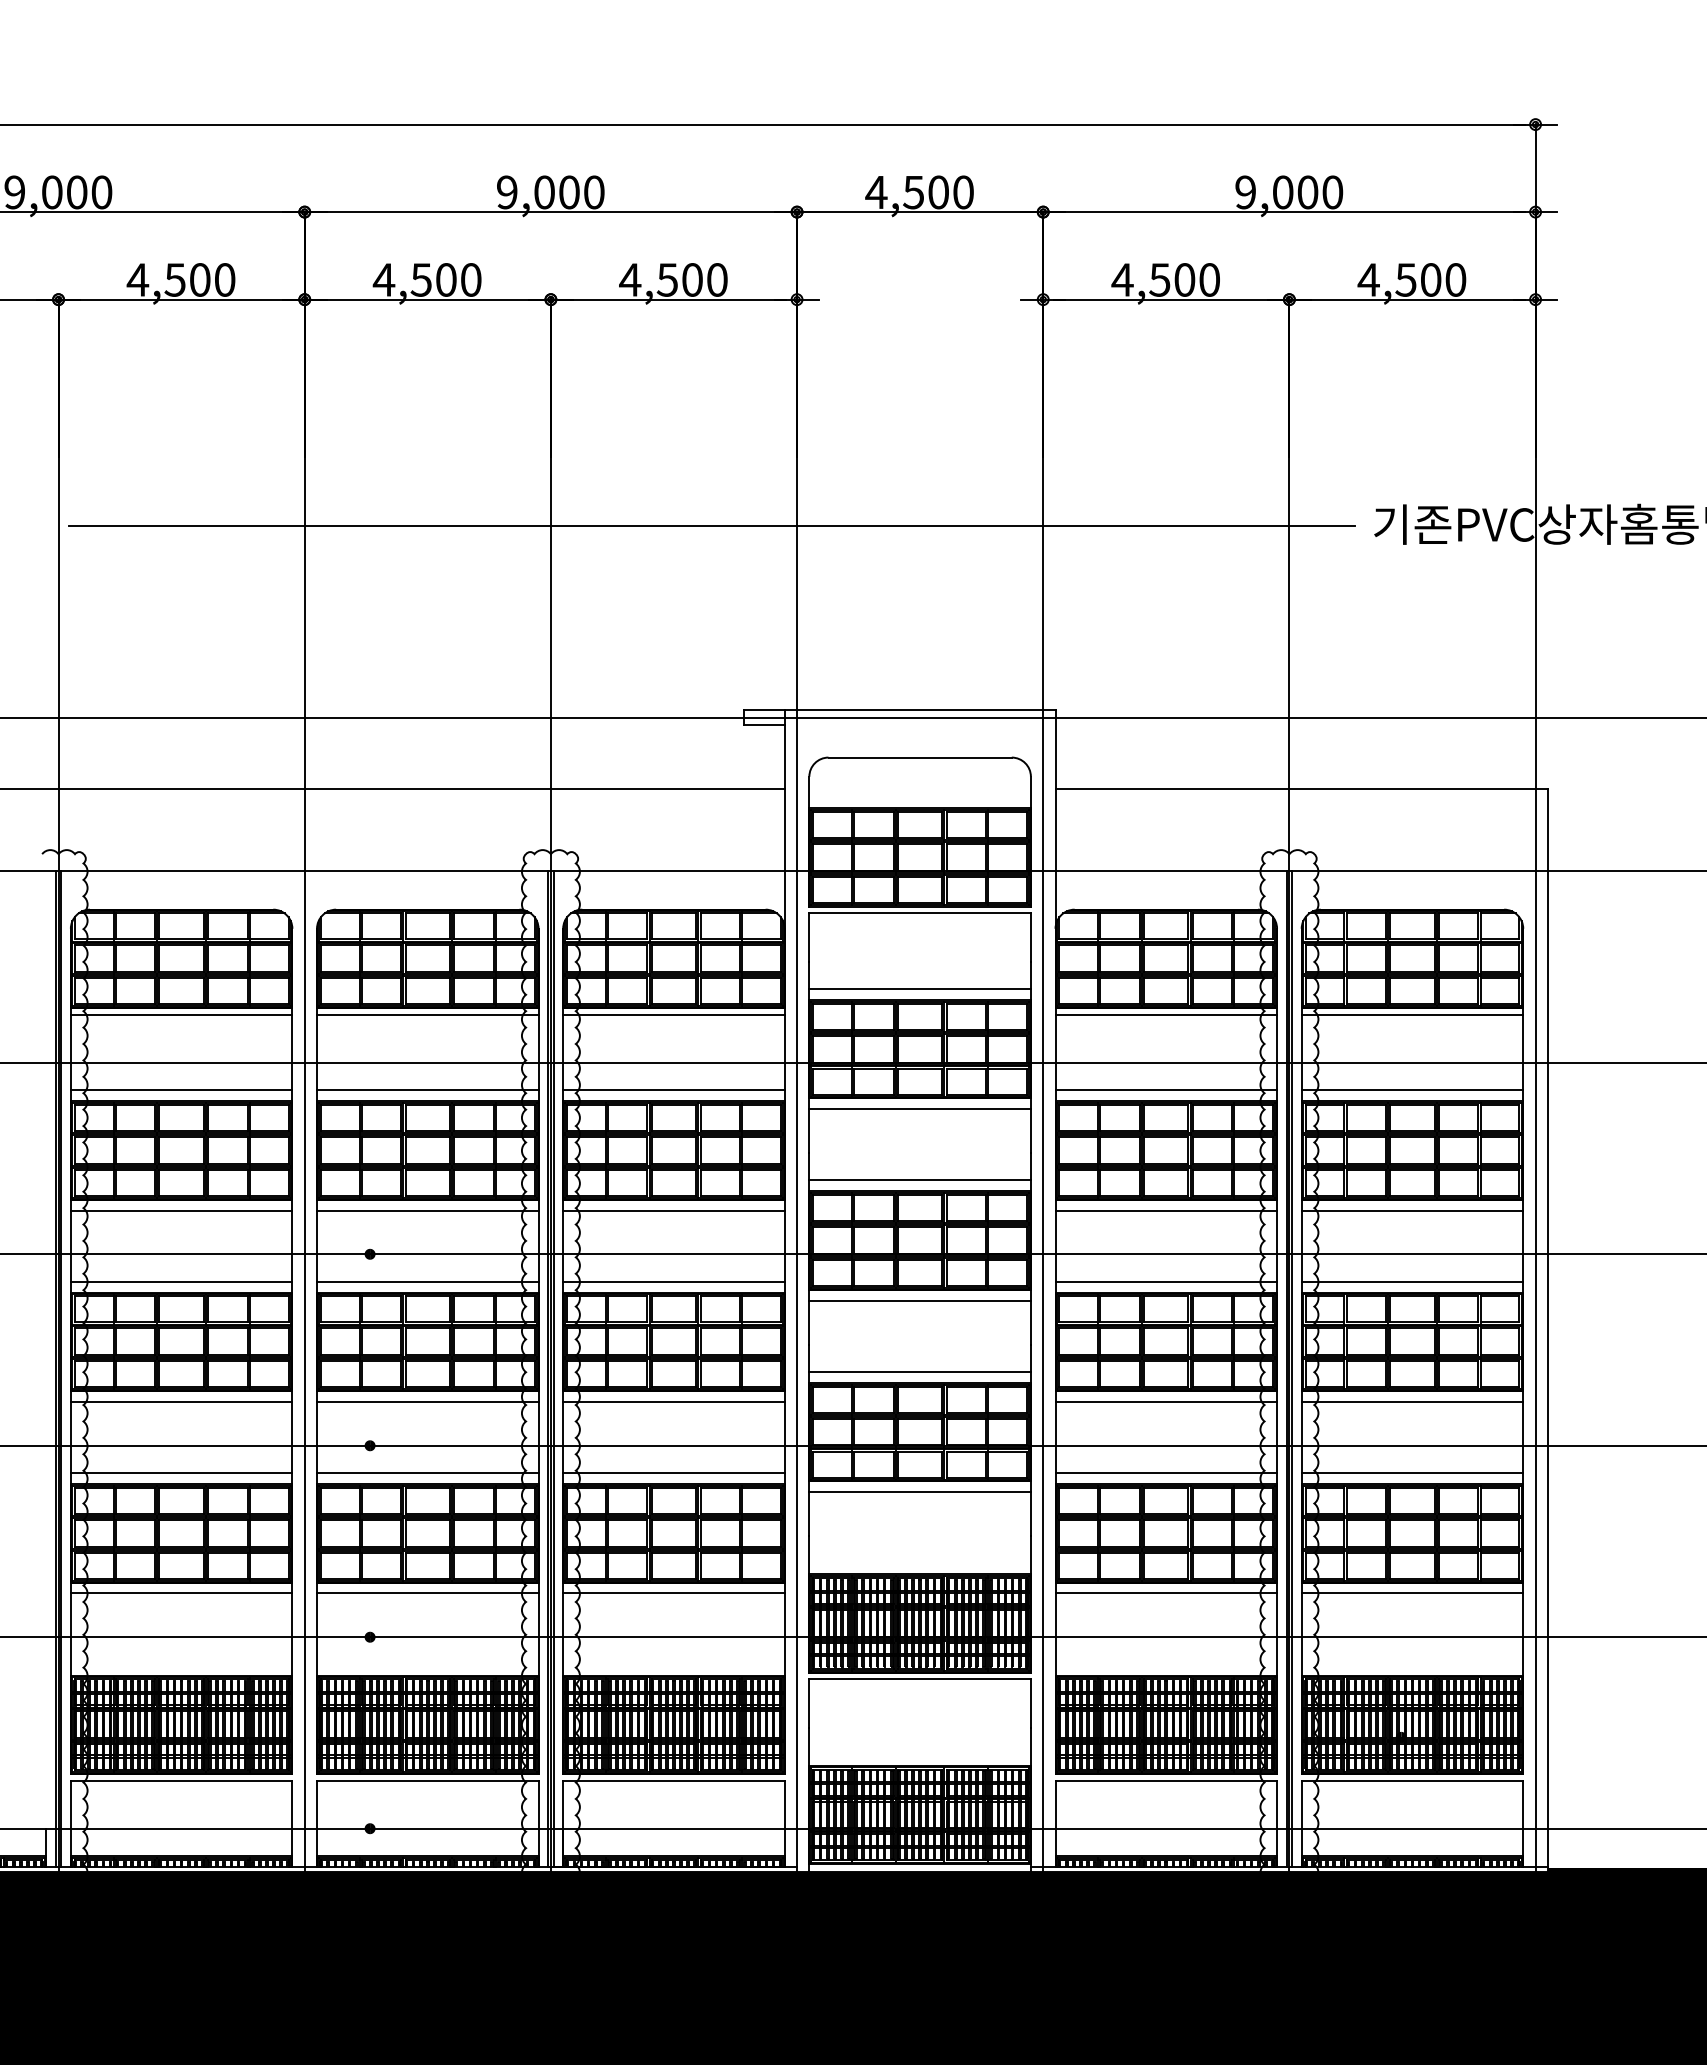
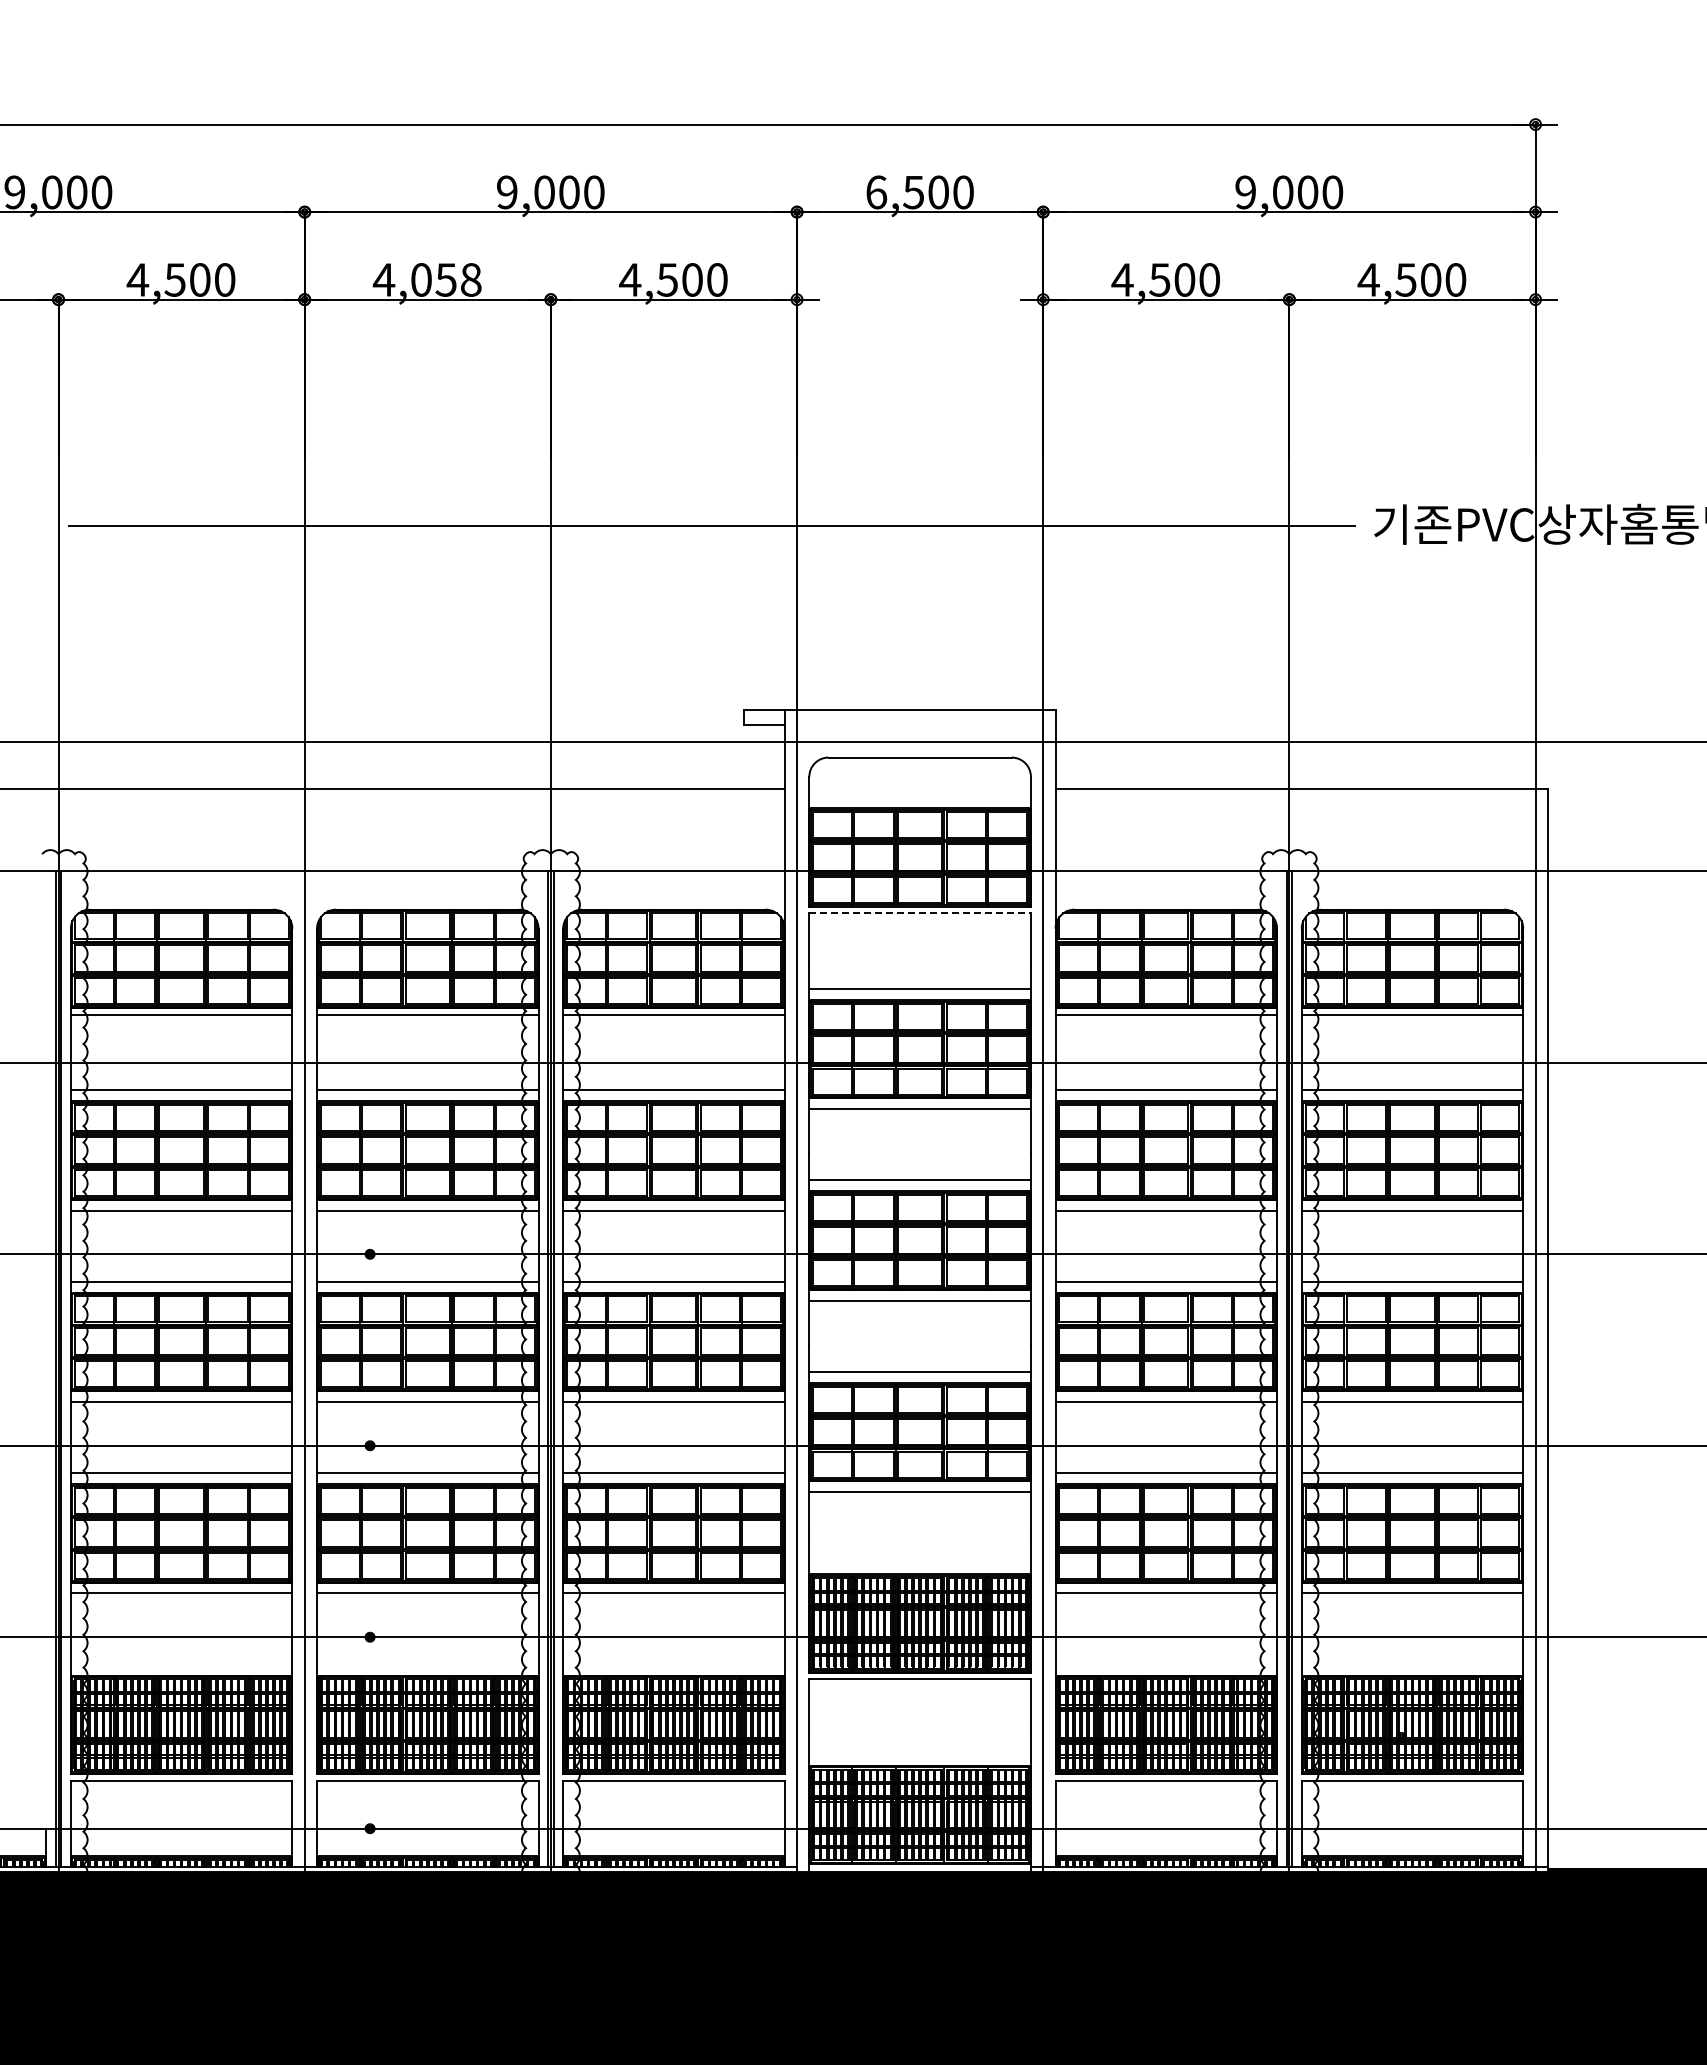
text at (876, 192): 4,500 -> 6,500
text at (445, 279): 4,500 -> 4,058
line at (852, 718) position: (852, 718) -> (852, 742)
line at (920, 913): solid -> dashed
